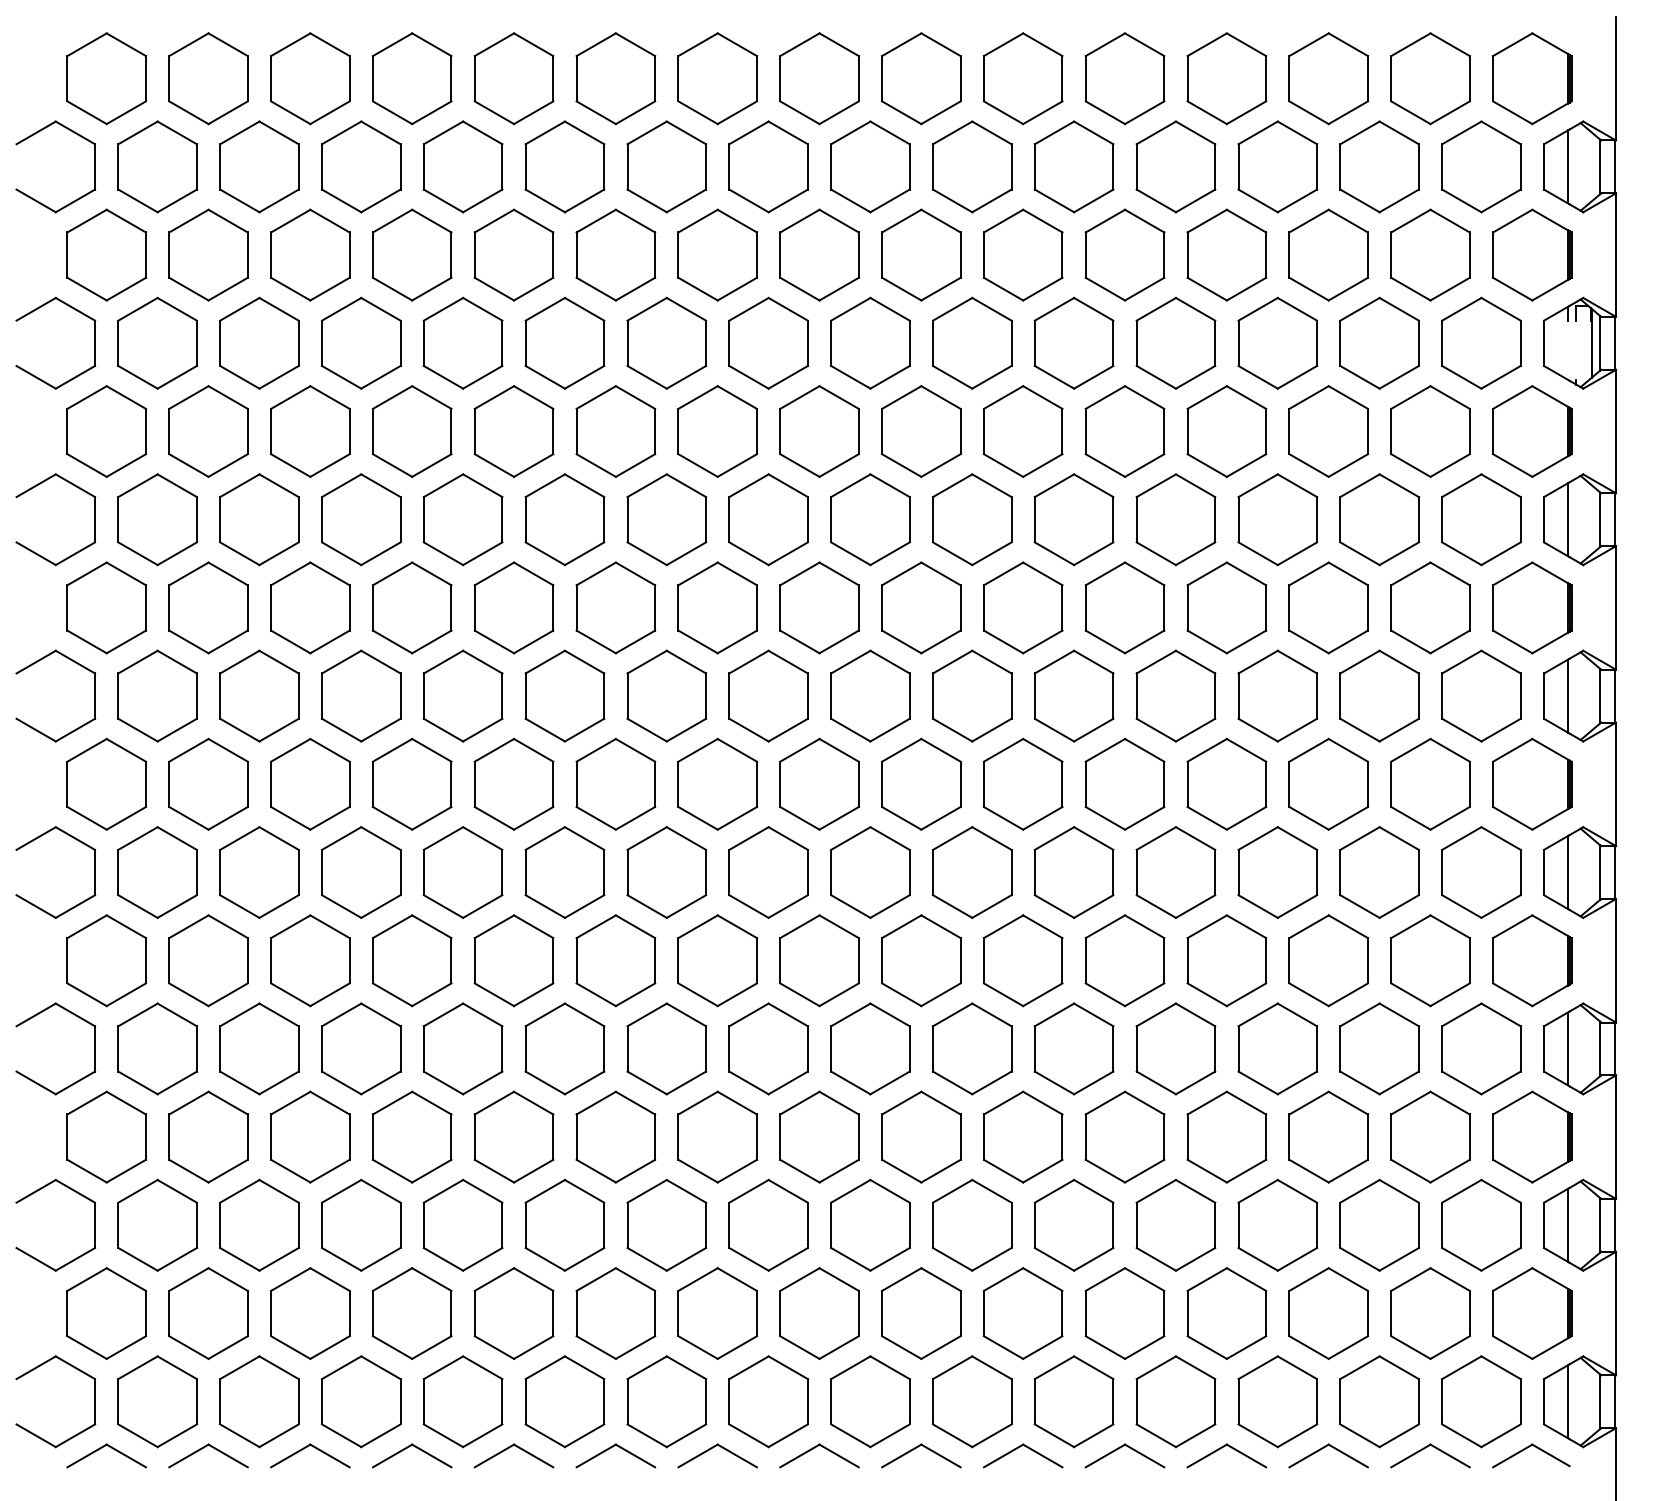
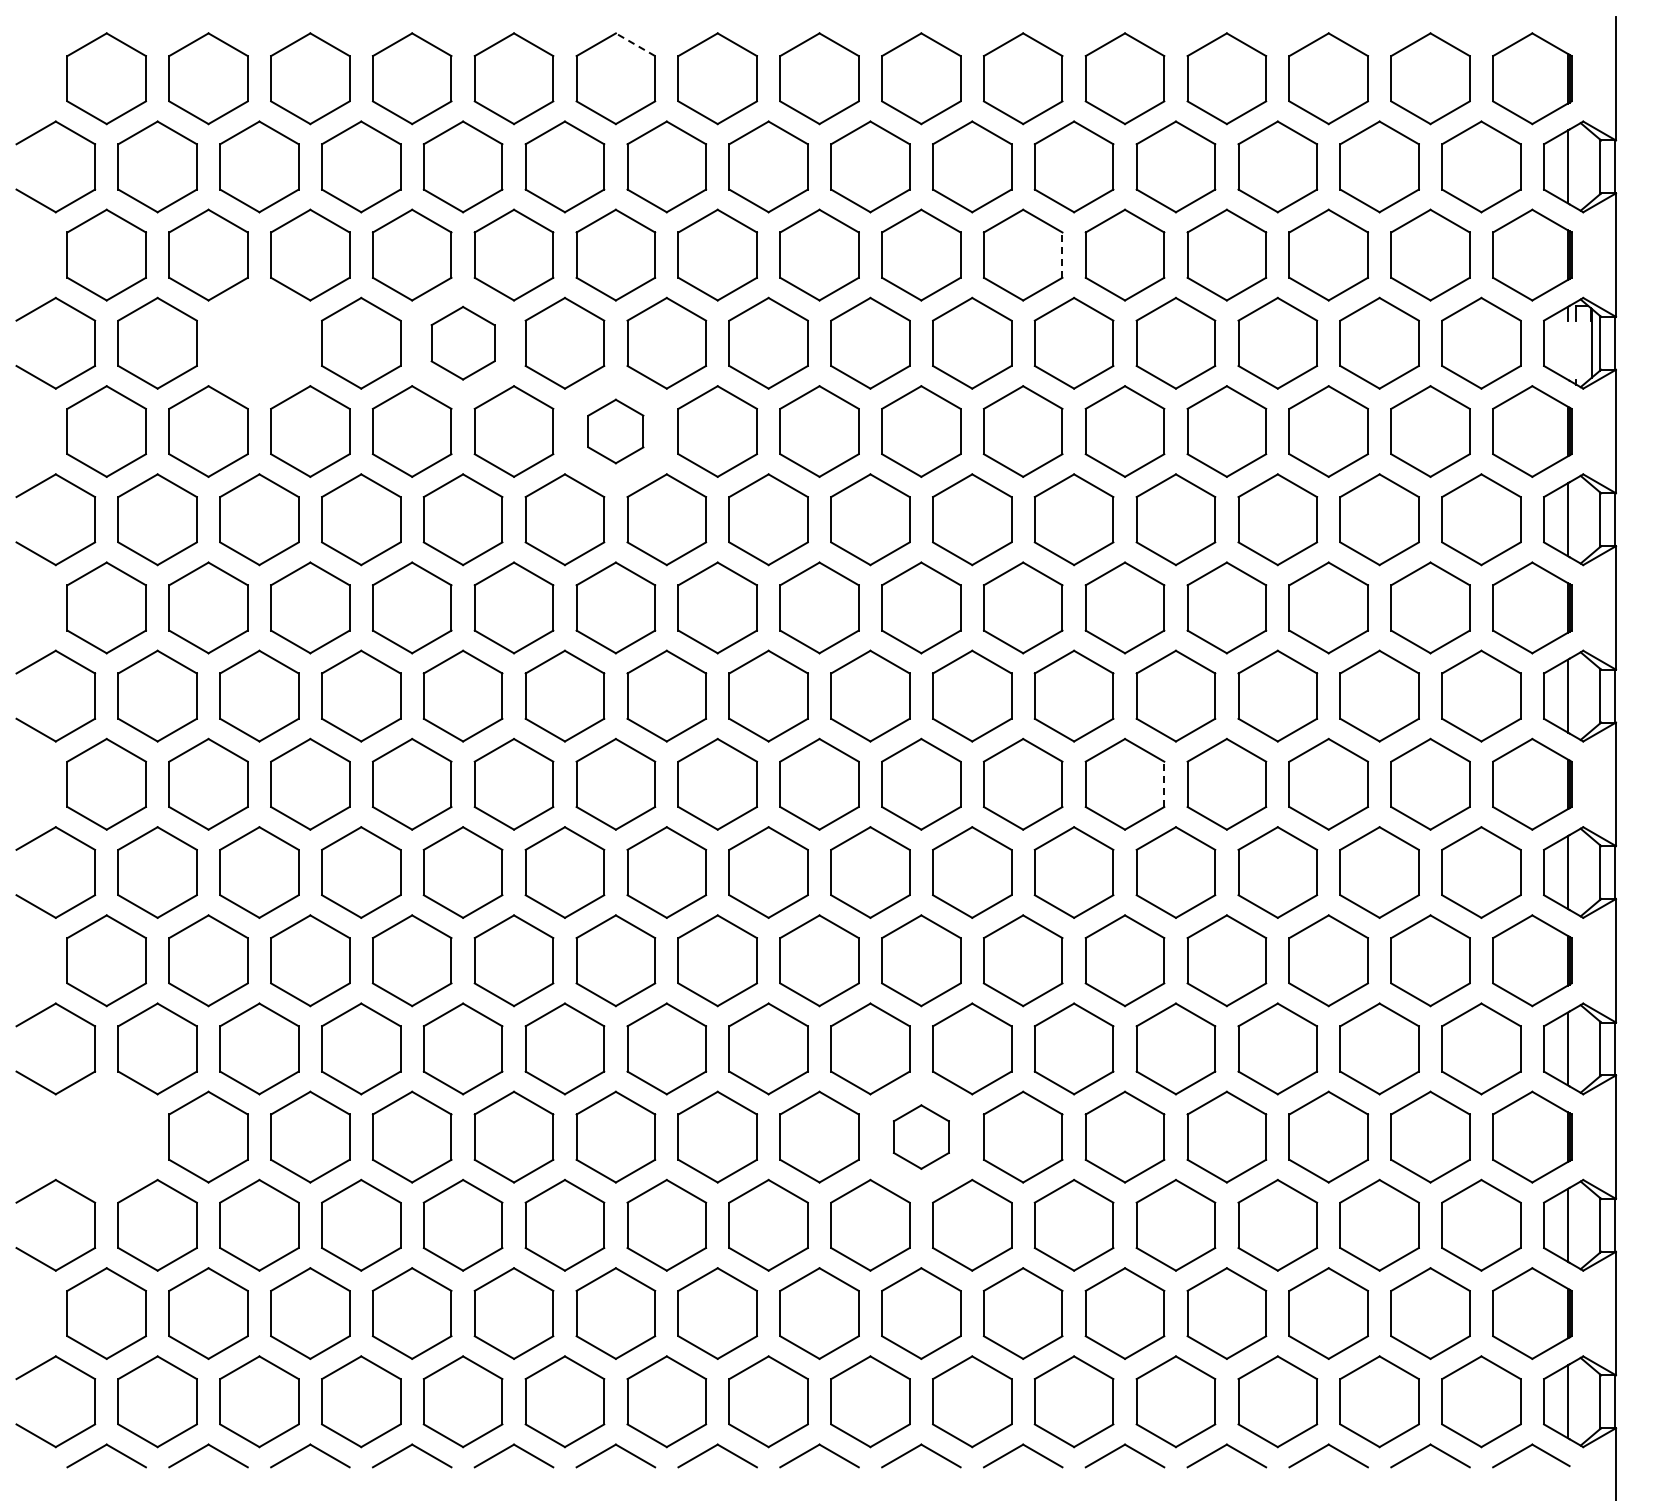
line at (635, 44): solid -> dashed
line at (1062, 255): solid -> dashed
part at (259, 342): present -> none
part at (462, 342) size: 82x94 px -> 66x76 px
part at (615, 431) size: 82x93 px -> 58x67 px
line at (1164, 784): solid -> dashed
part at (106, 1136): present -> none
part at (921, 1136) size: 81x94 px -> 58x66 px
